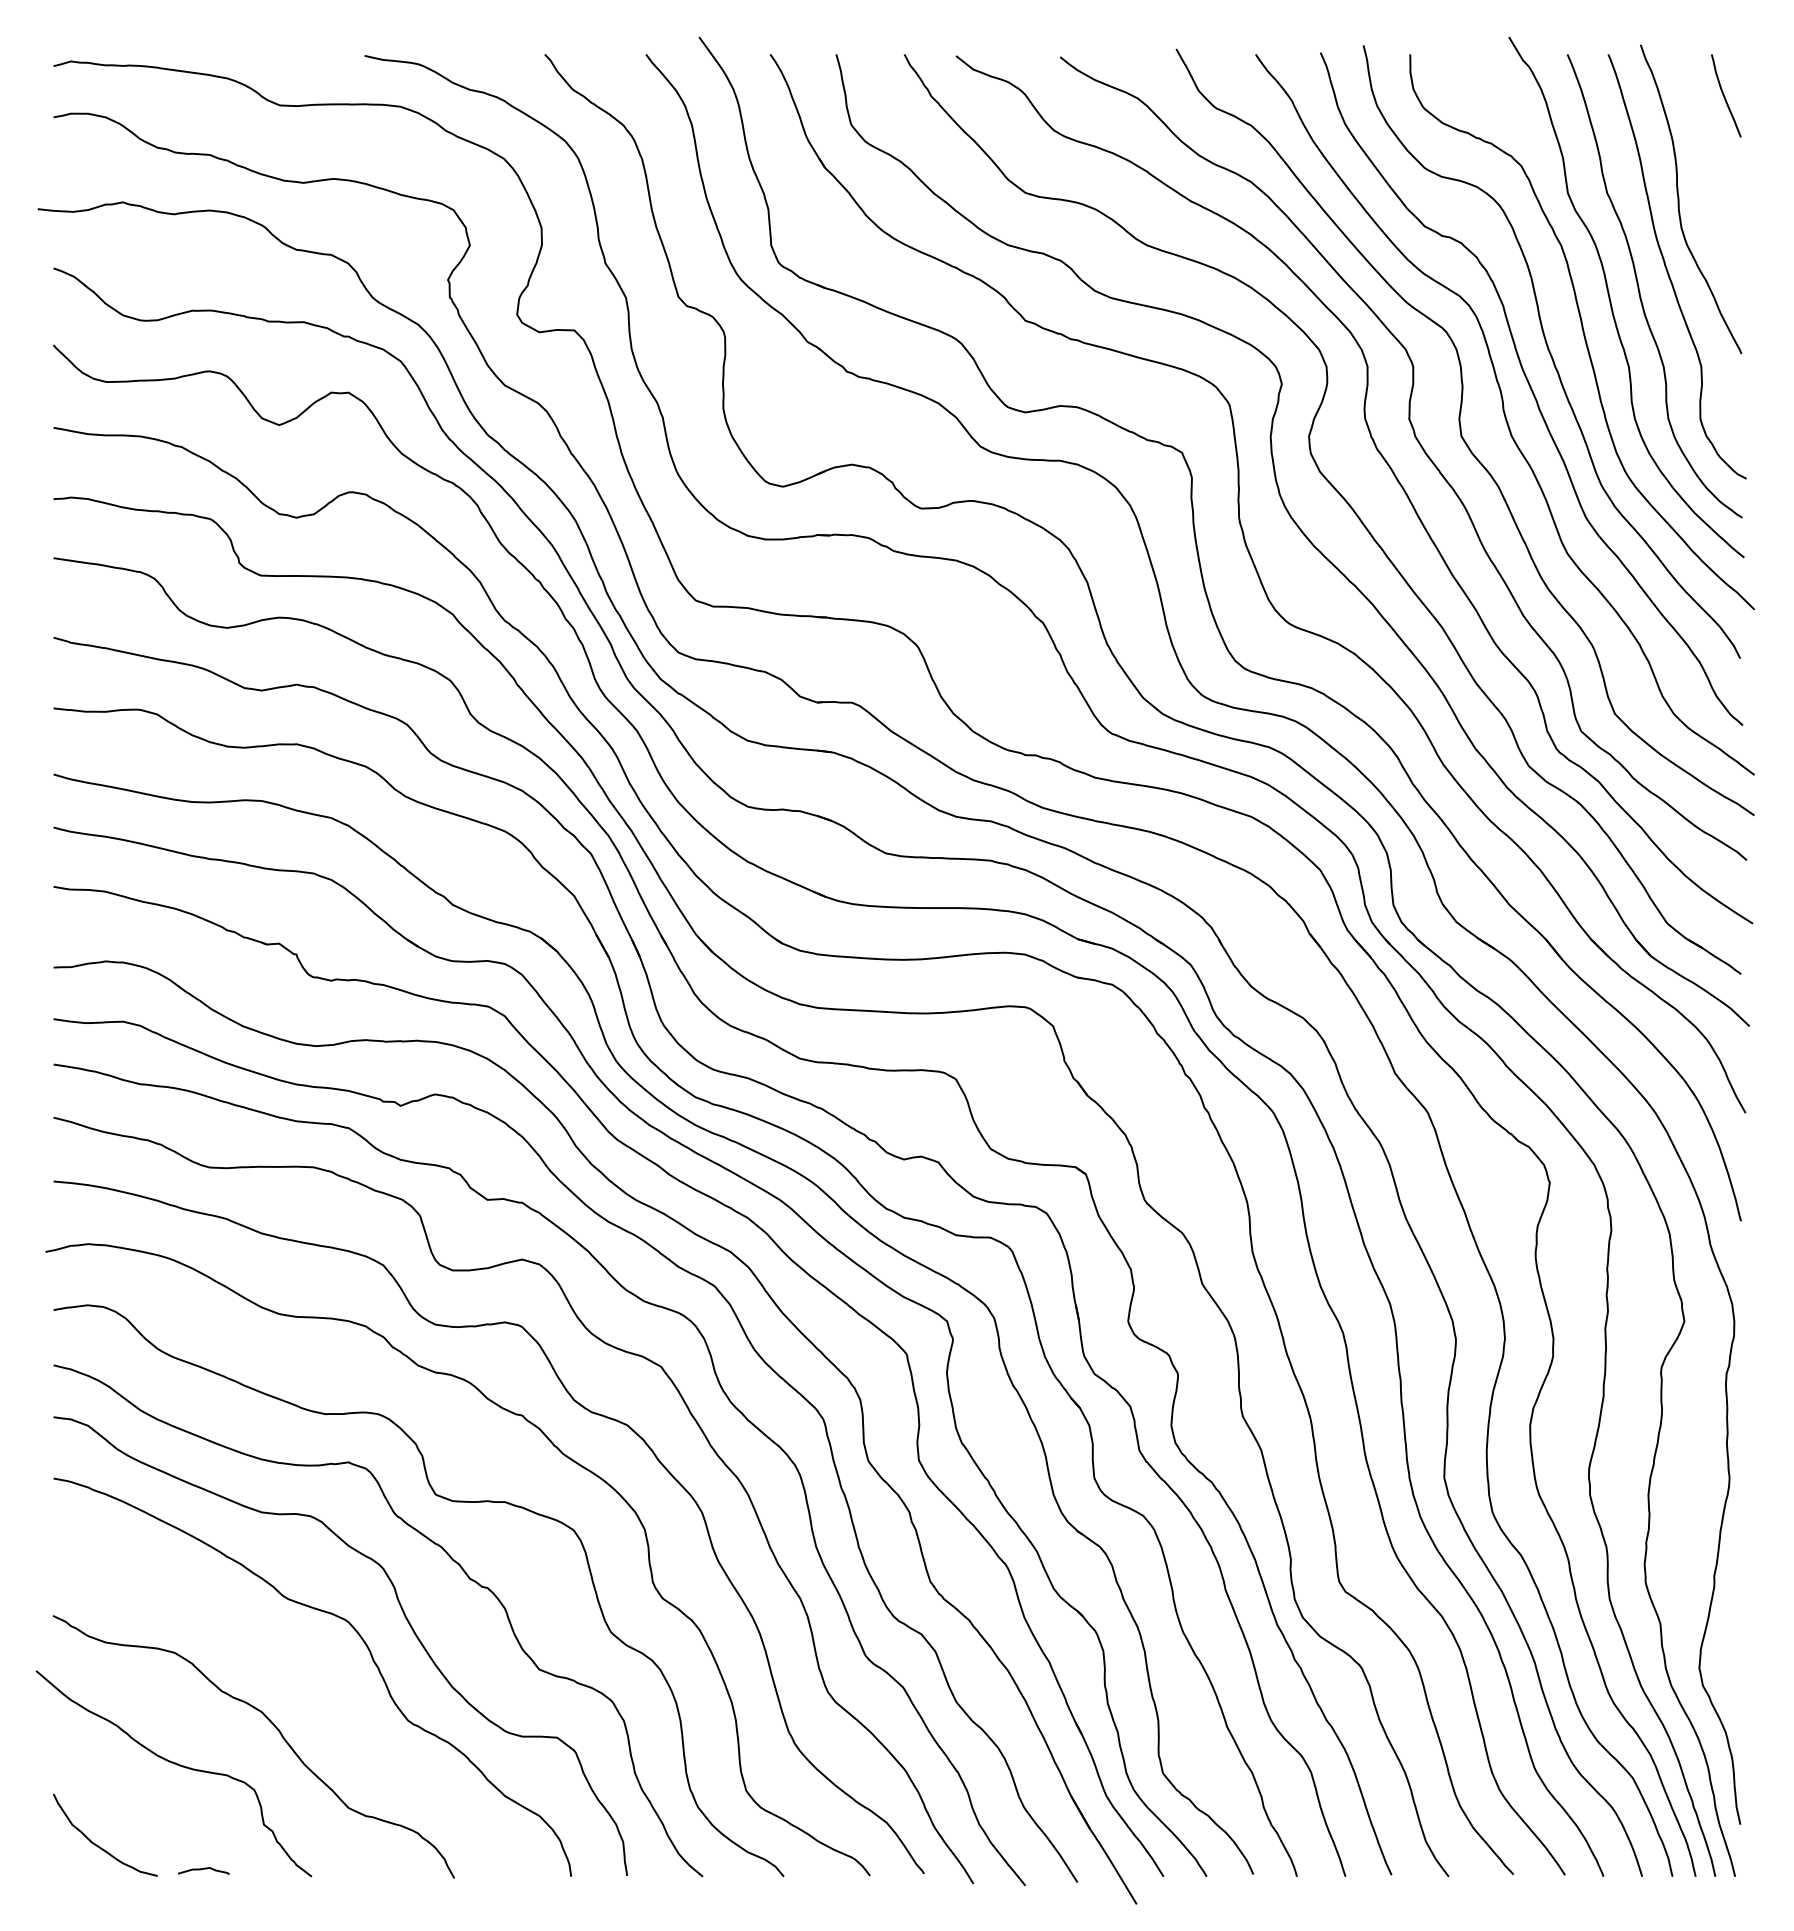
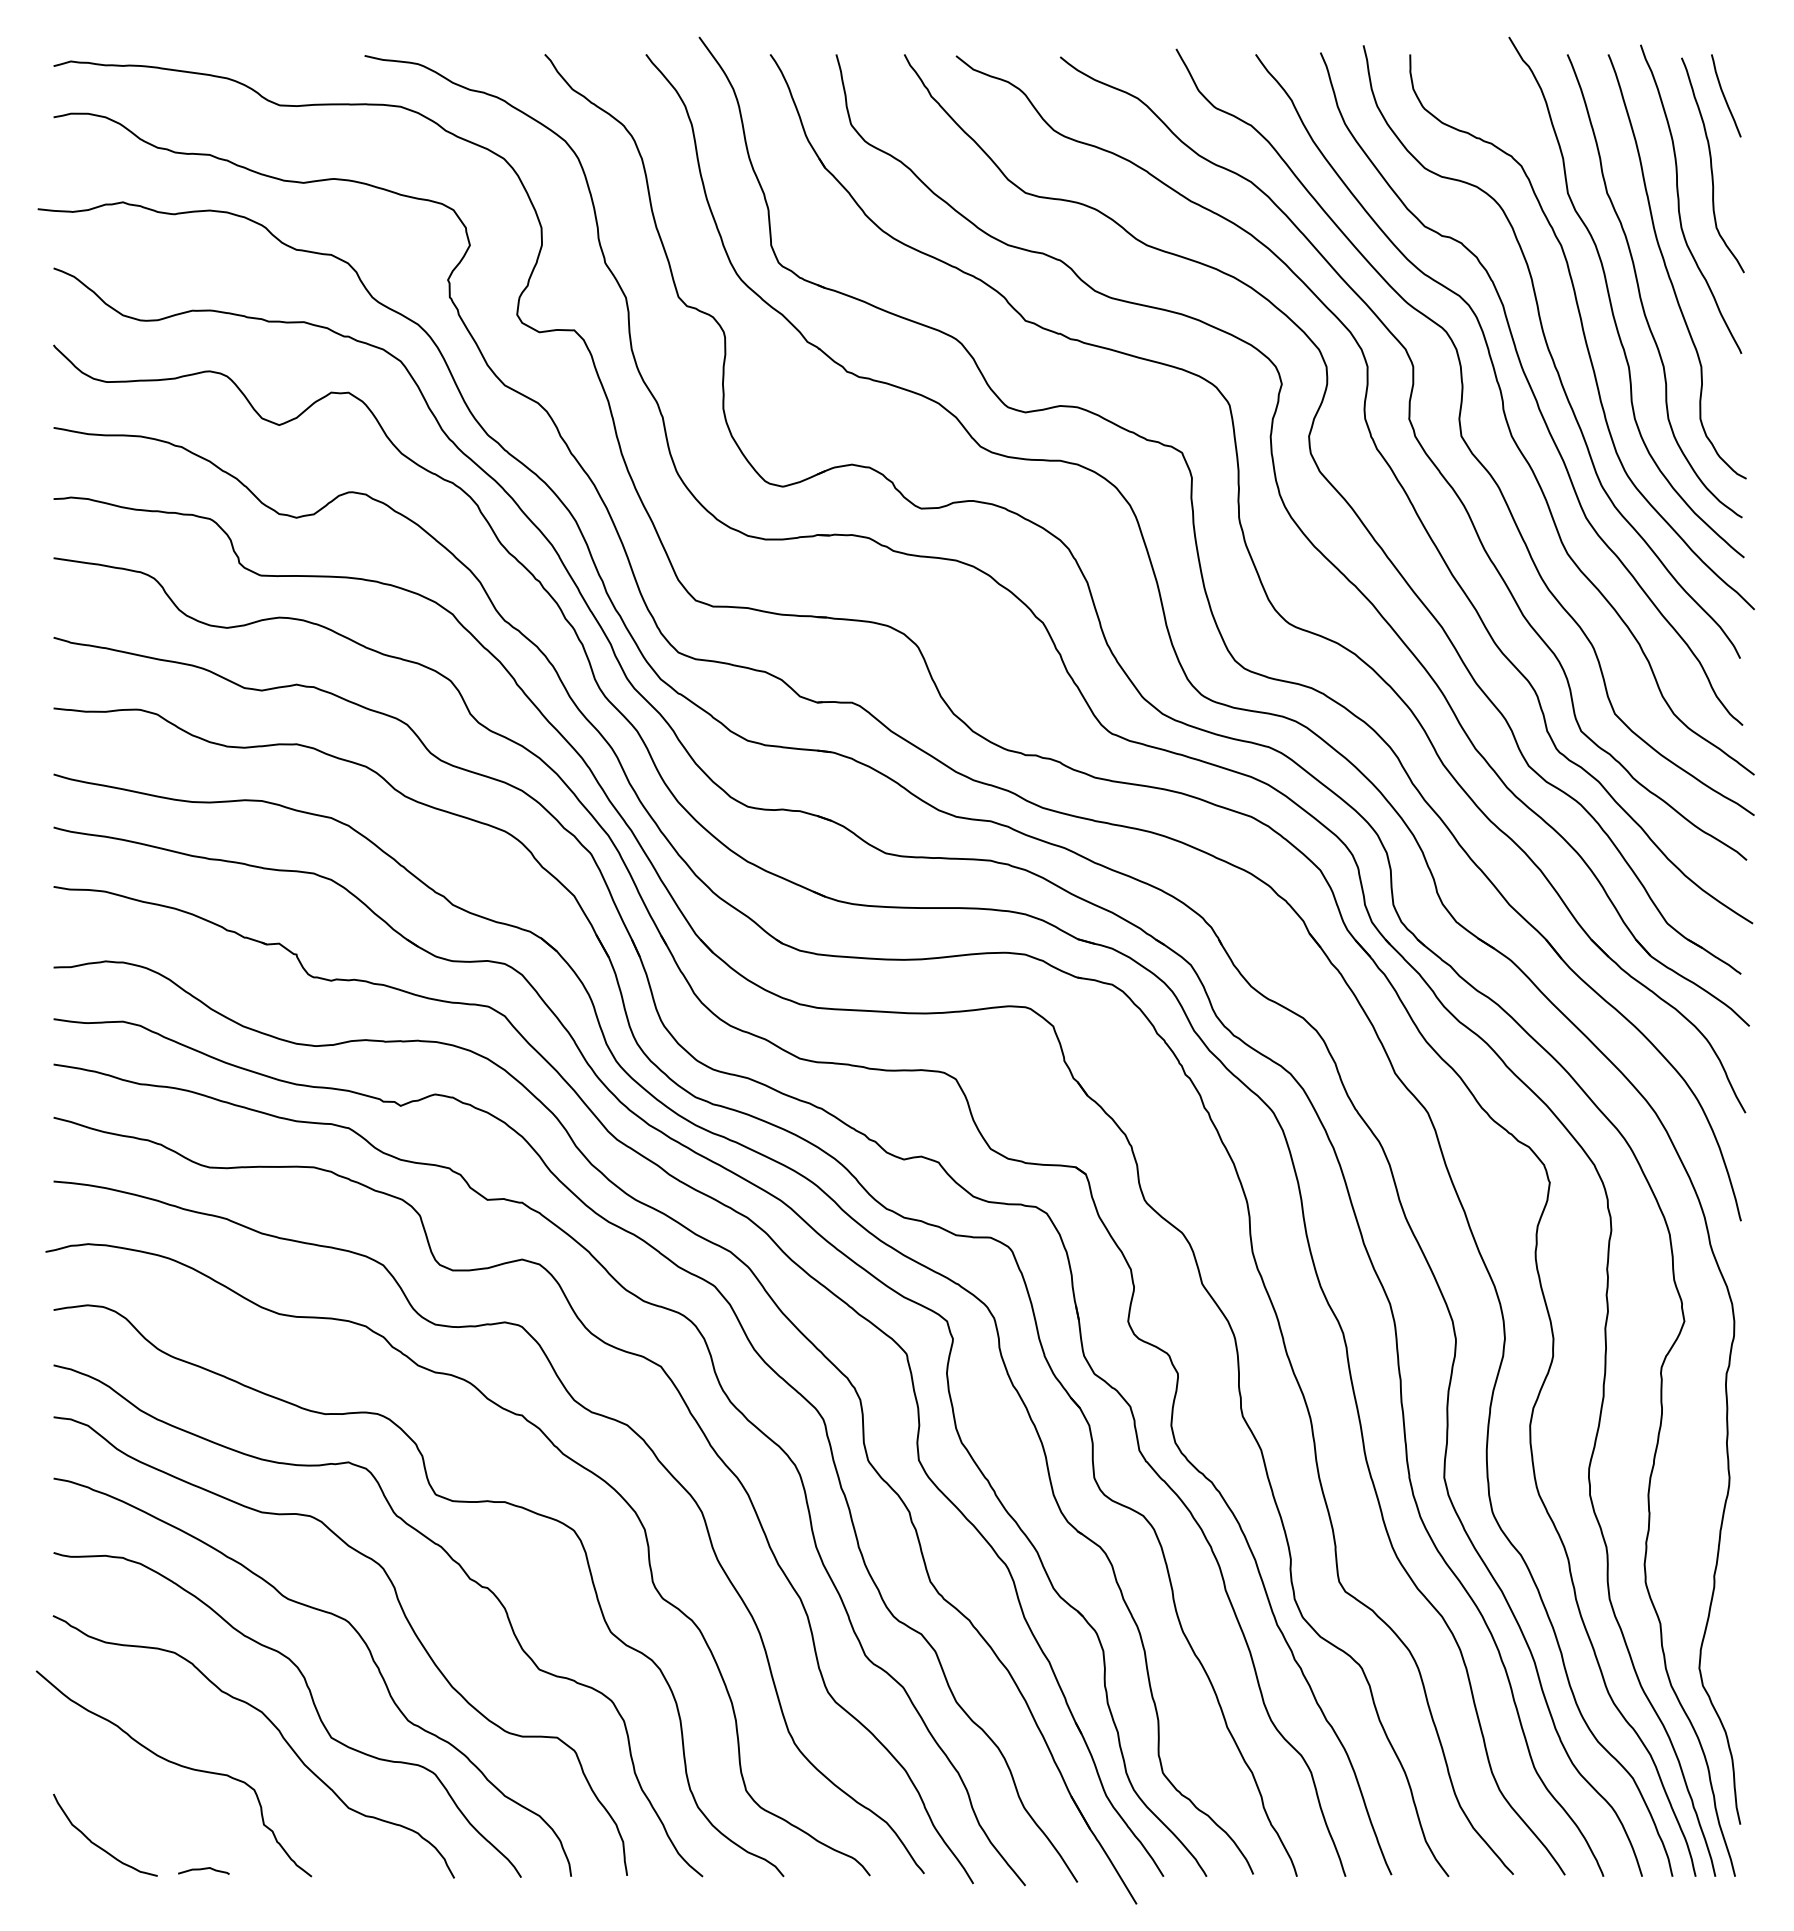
curve at (1712, 165): none -> present
curve at (313, 1705): none -> present
